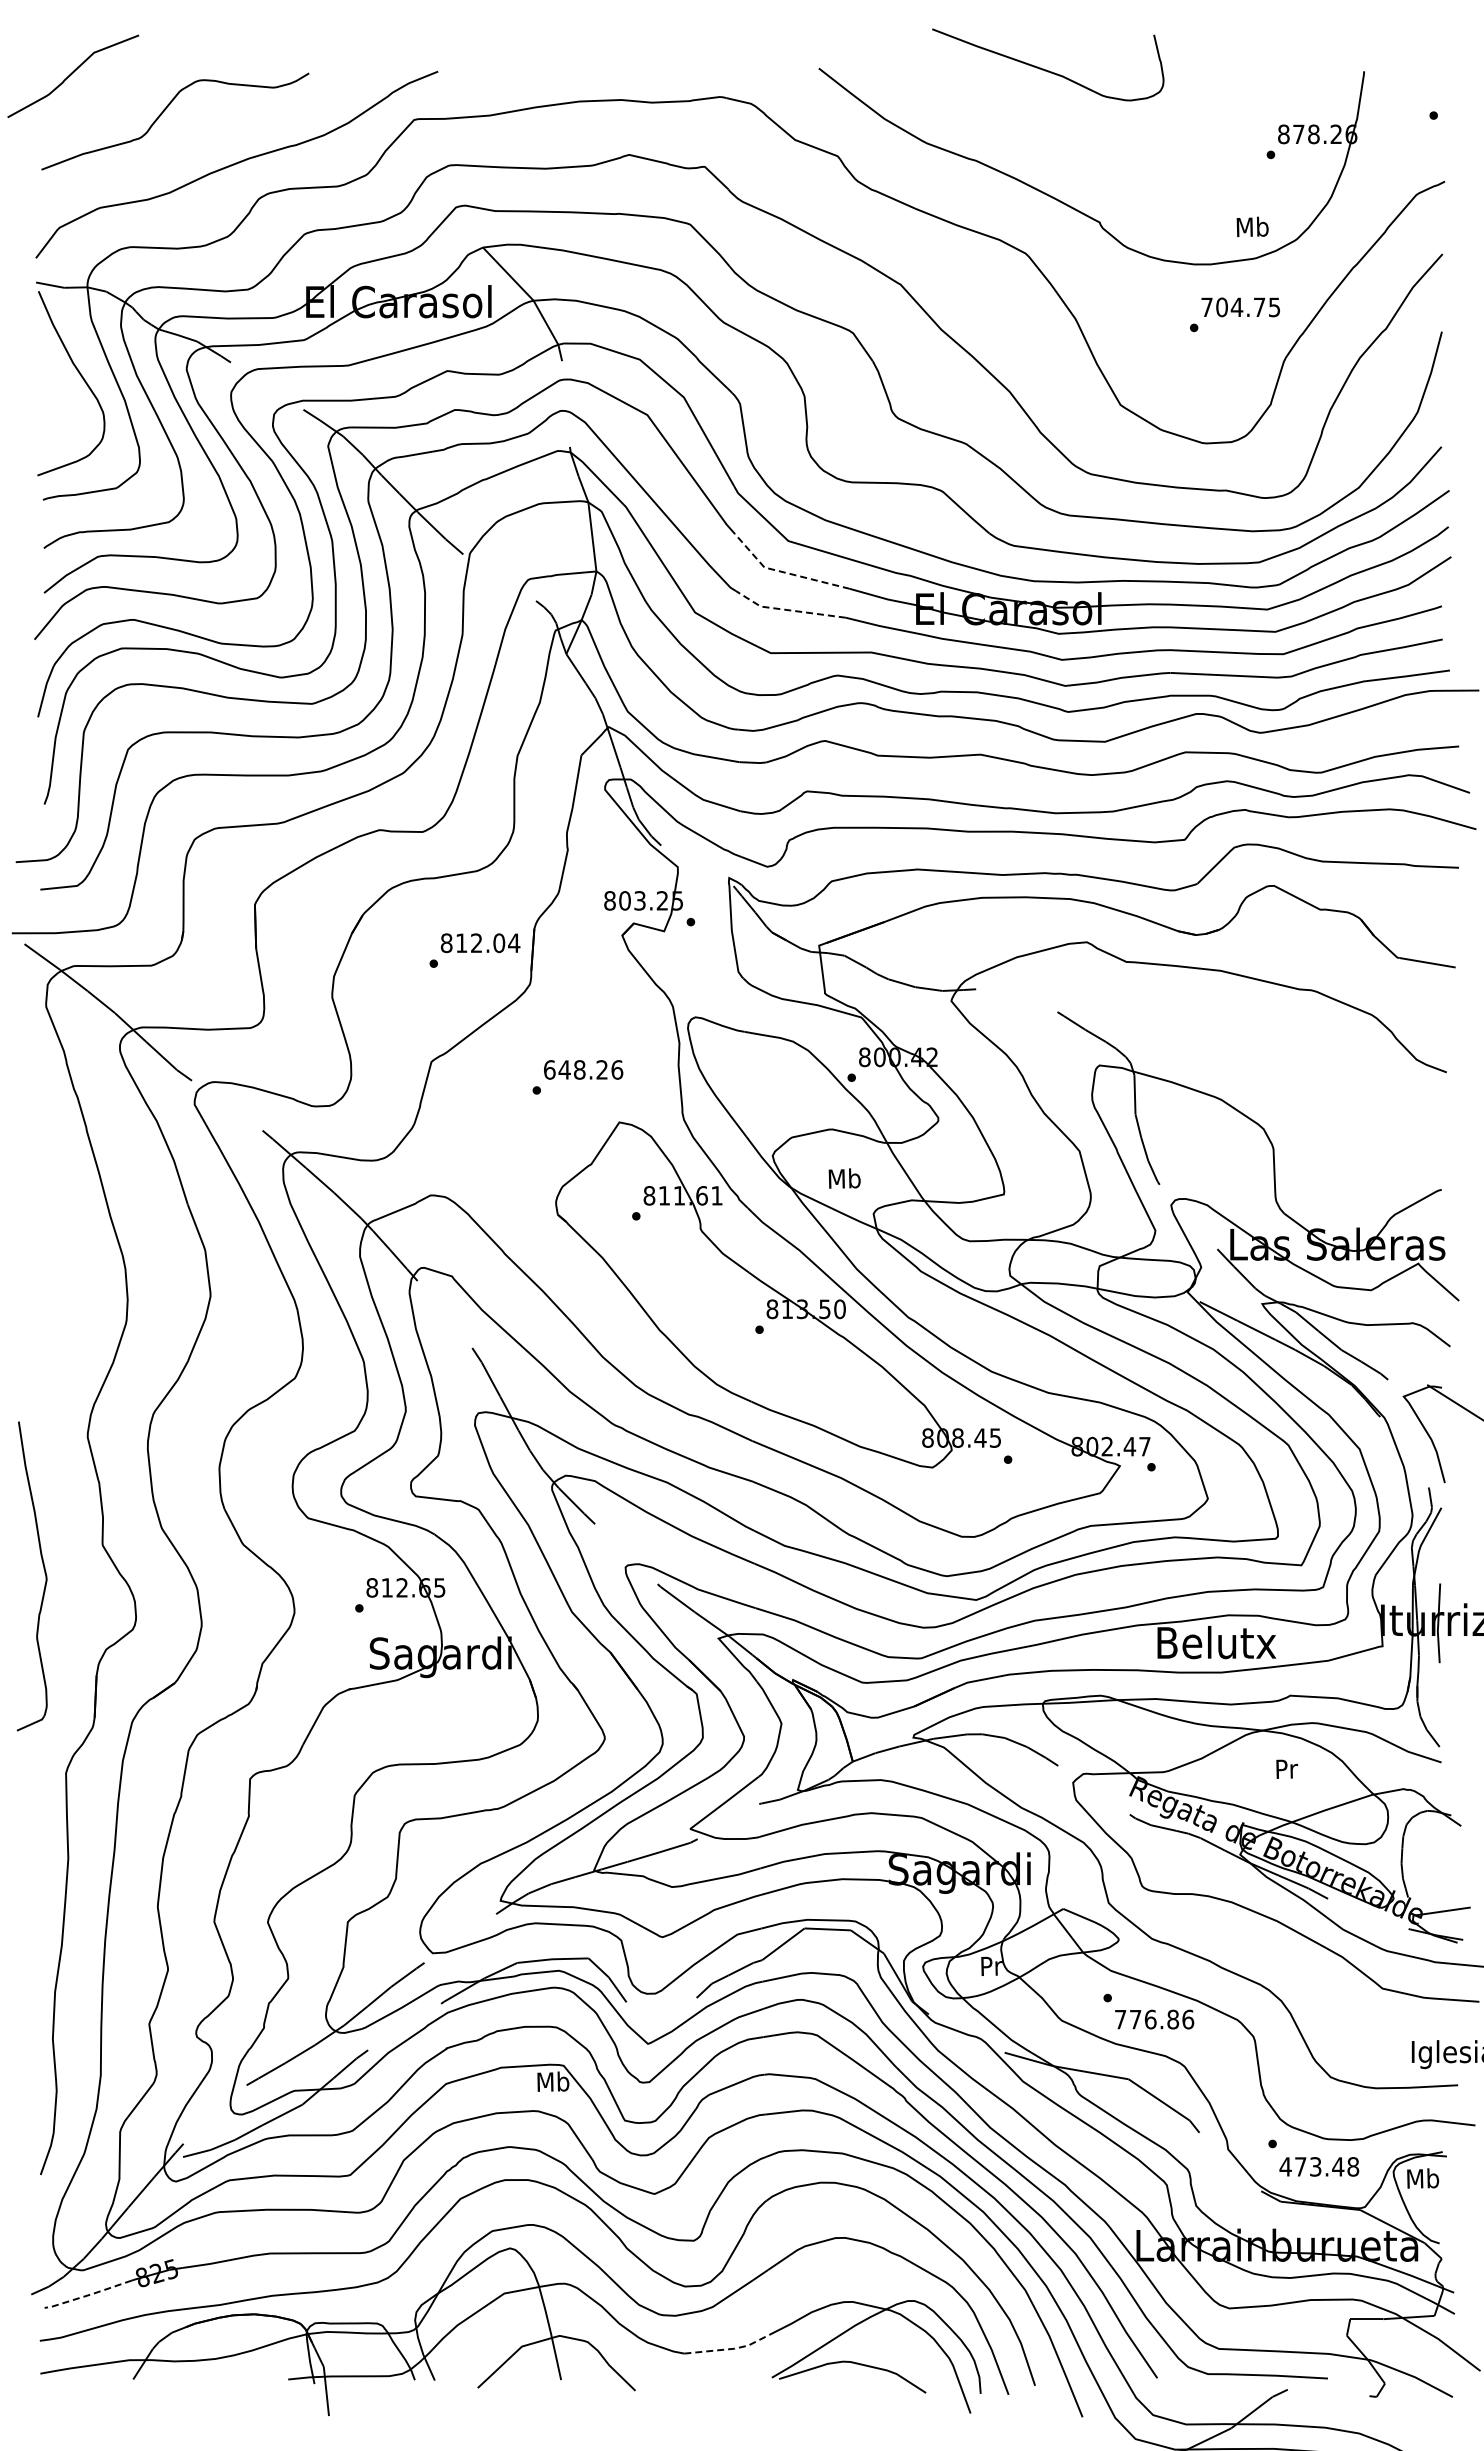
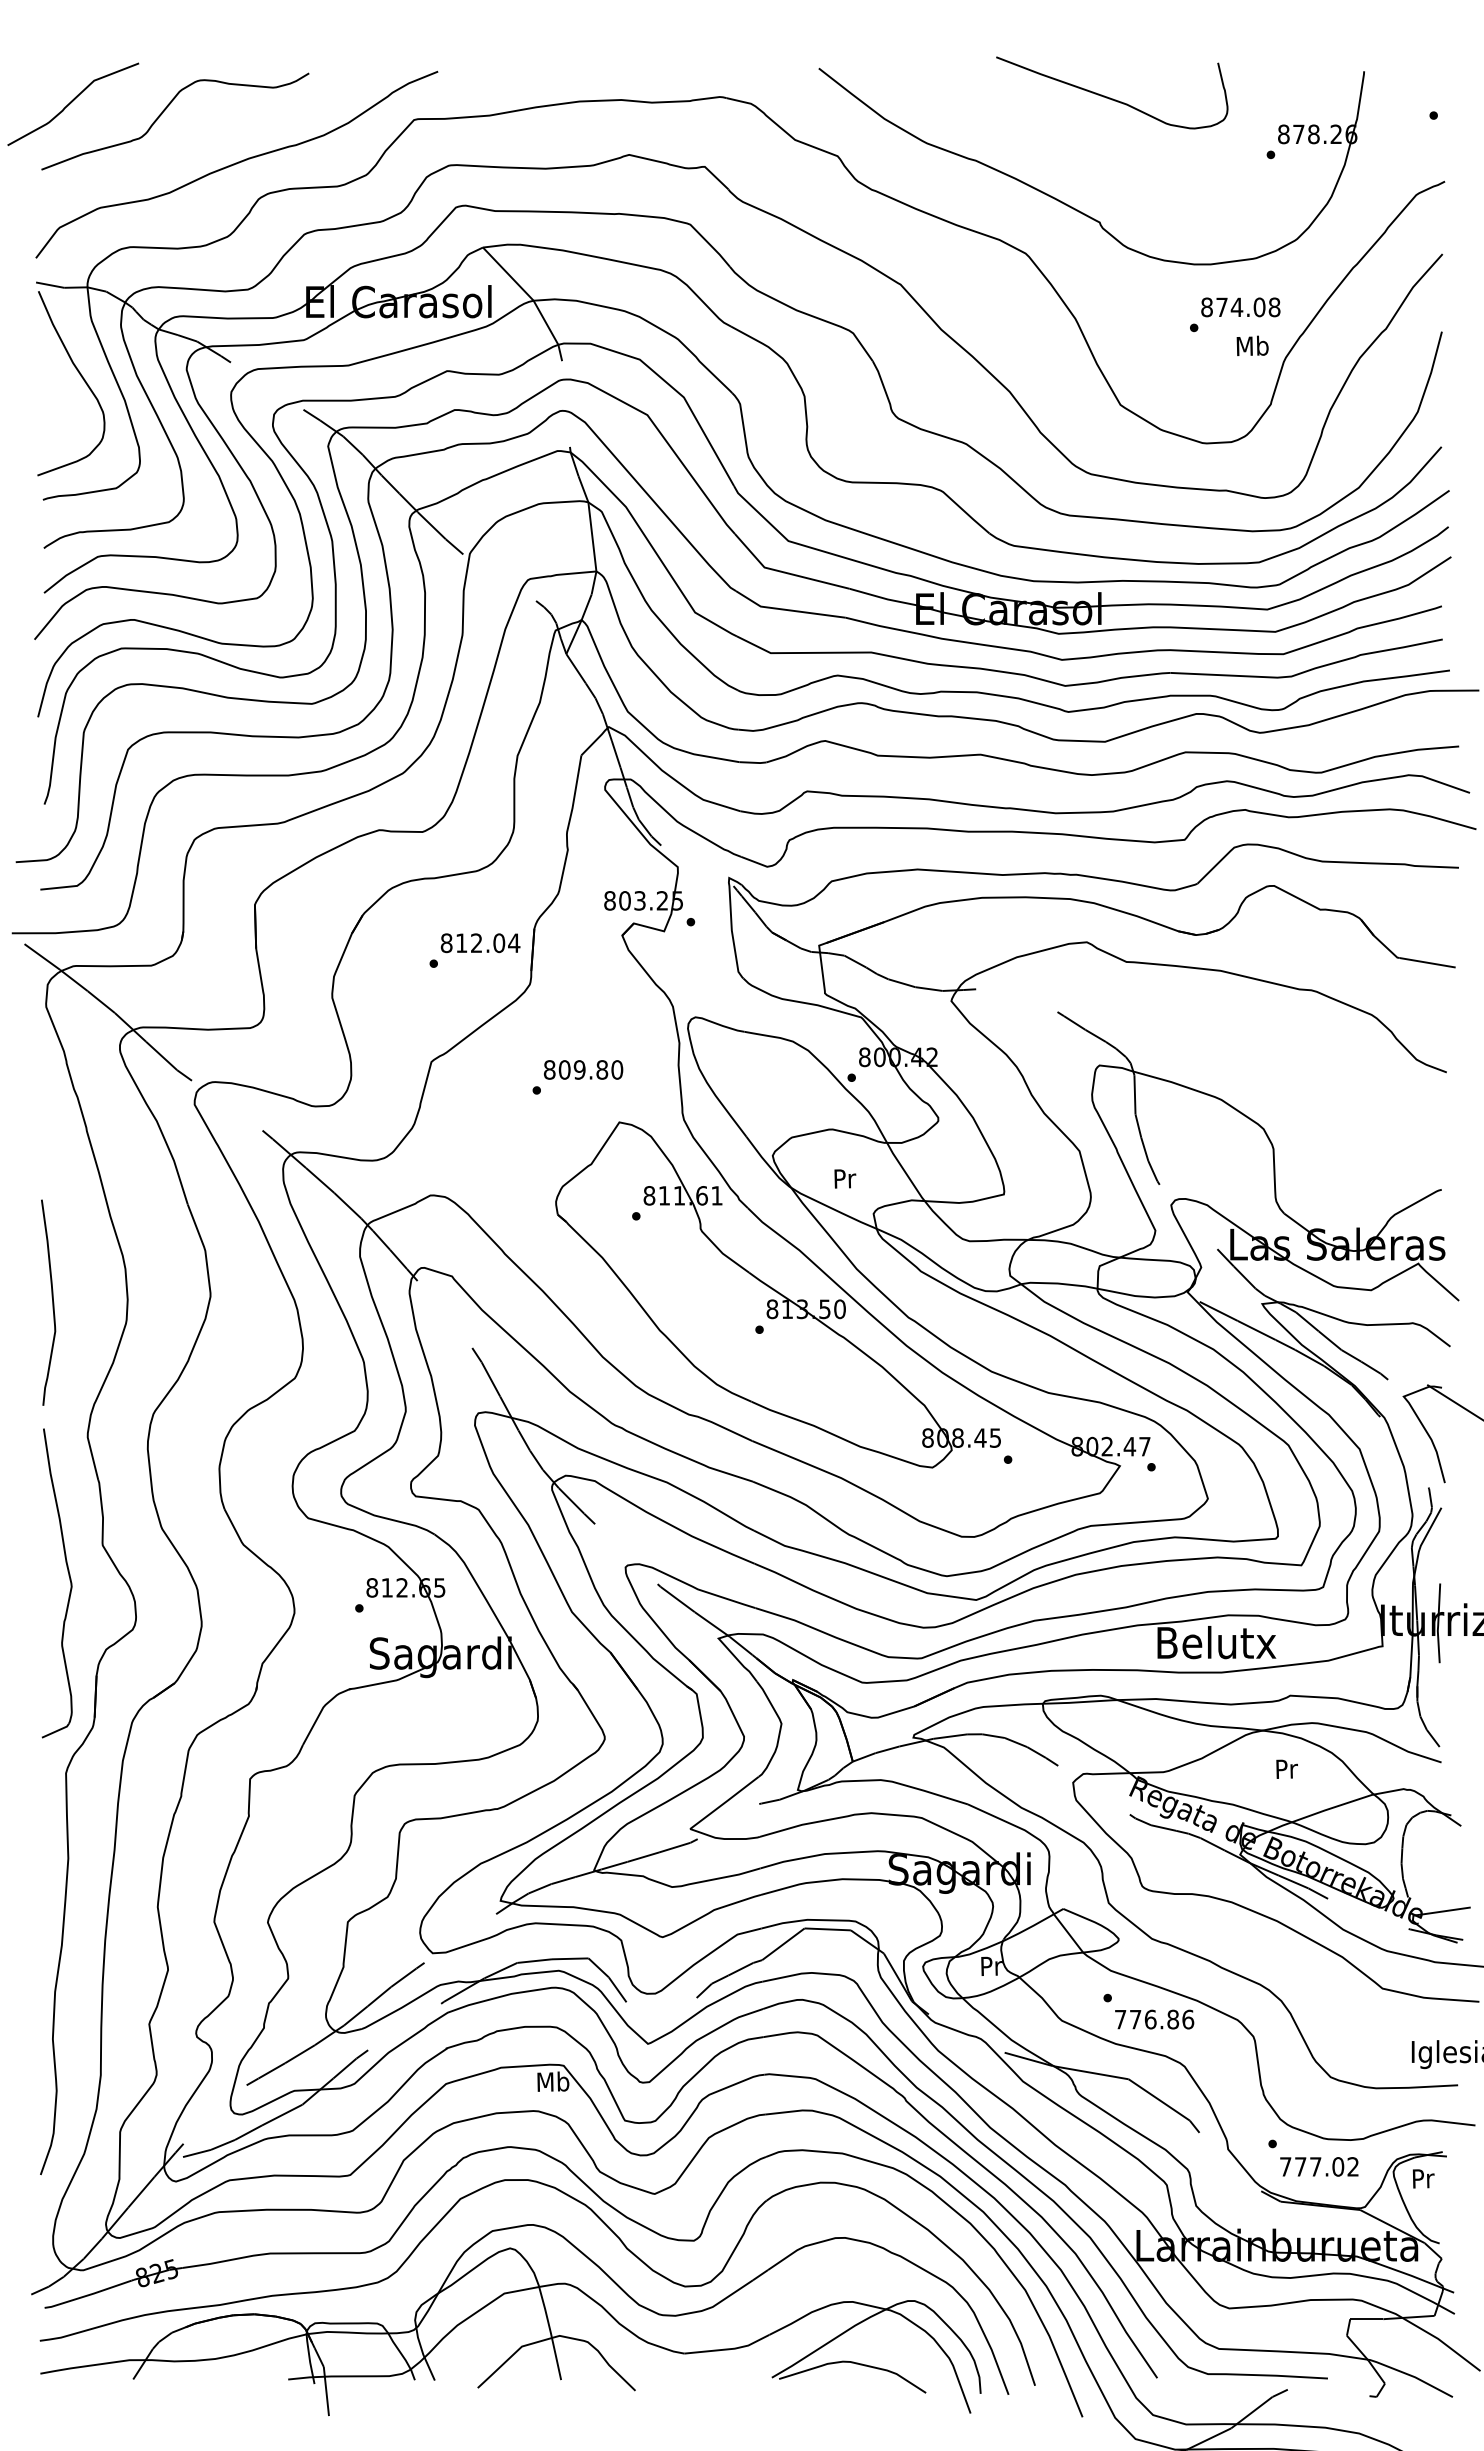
curve at (1046, 69) position: (1046, 69) -> (1110, 97)
curve at (72, 74) position: (72, 74) -> (72, 102)
text at (1252, 226) position: (1252, 226) -> (1252, 345)
text at (1240, 307): 704.75 -> 874.08
line at (784, 572): dashed -> solid
line at (787, 610): dashed -> solid
text at (583, 1069): 648.26 -> 809.80
text at (844, 1178): Mb -> Pr
curve at (52, 1302): none -> present
part at (44, 1573) position: (44, 1573) -> (69, 1580)
text at (1319, 2166): 473.48 -> 777.02
text at (1423, 2178): Mb -> Pr
line at (88, 2295): dashed -> solid
line at (729, 2349): dashed -> solid
